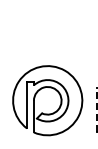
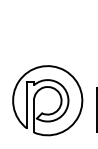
line at (96, 109): dashed -> solid
